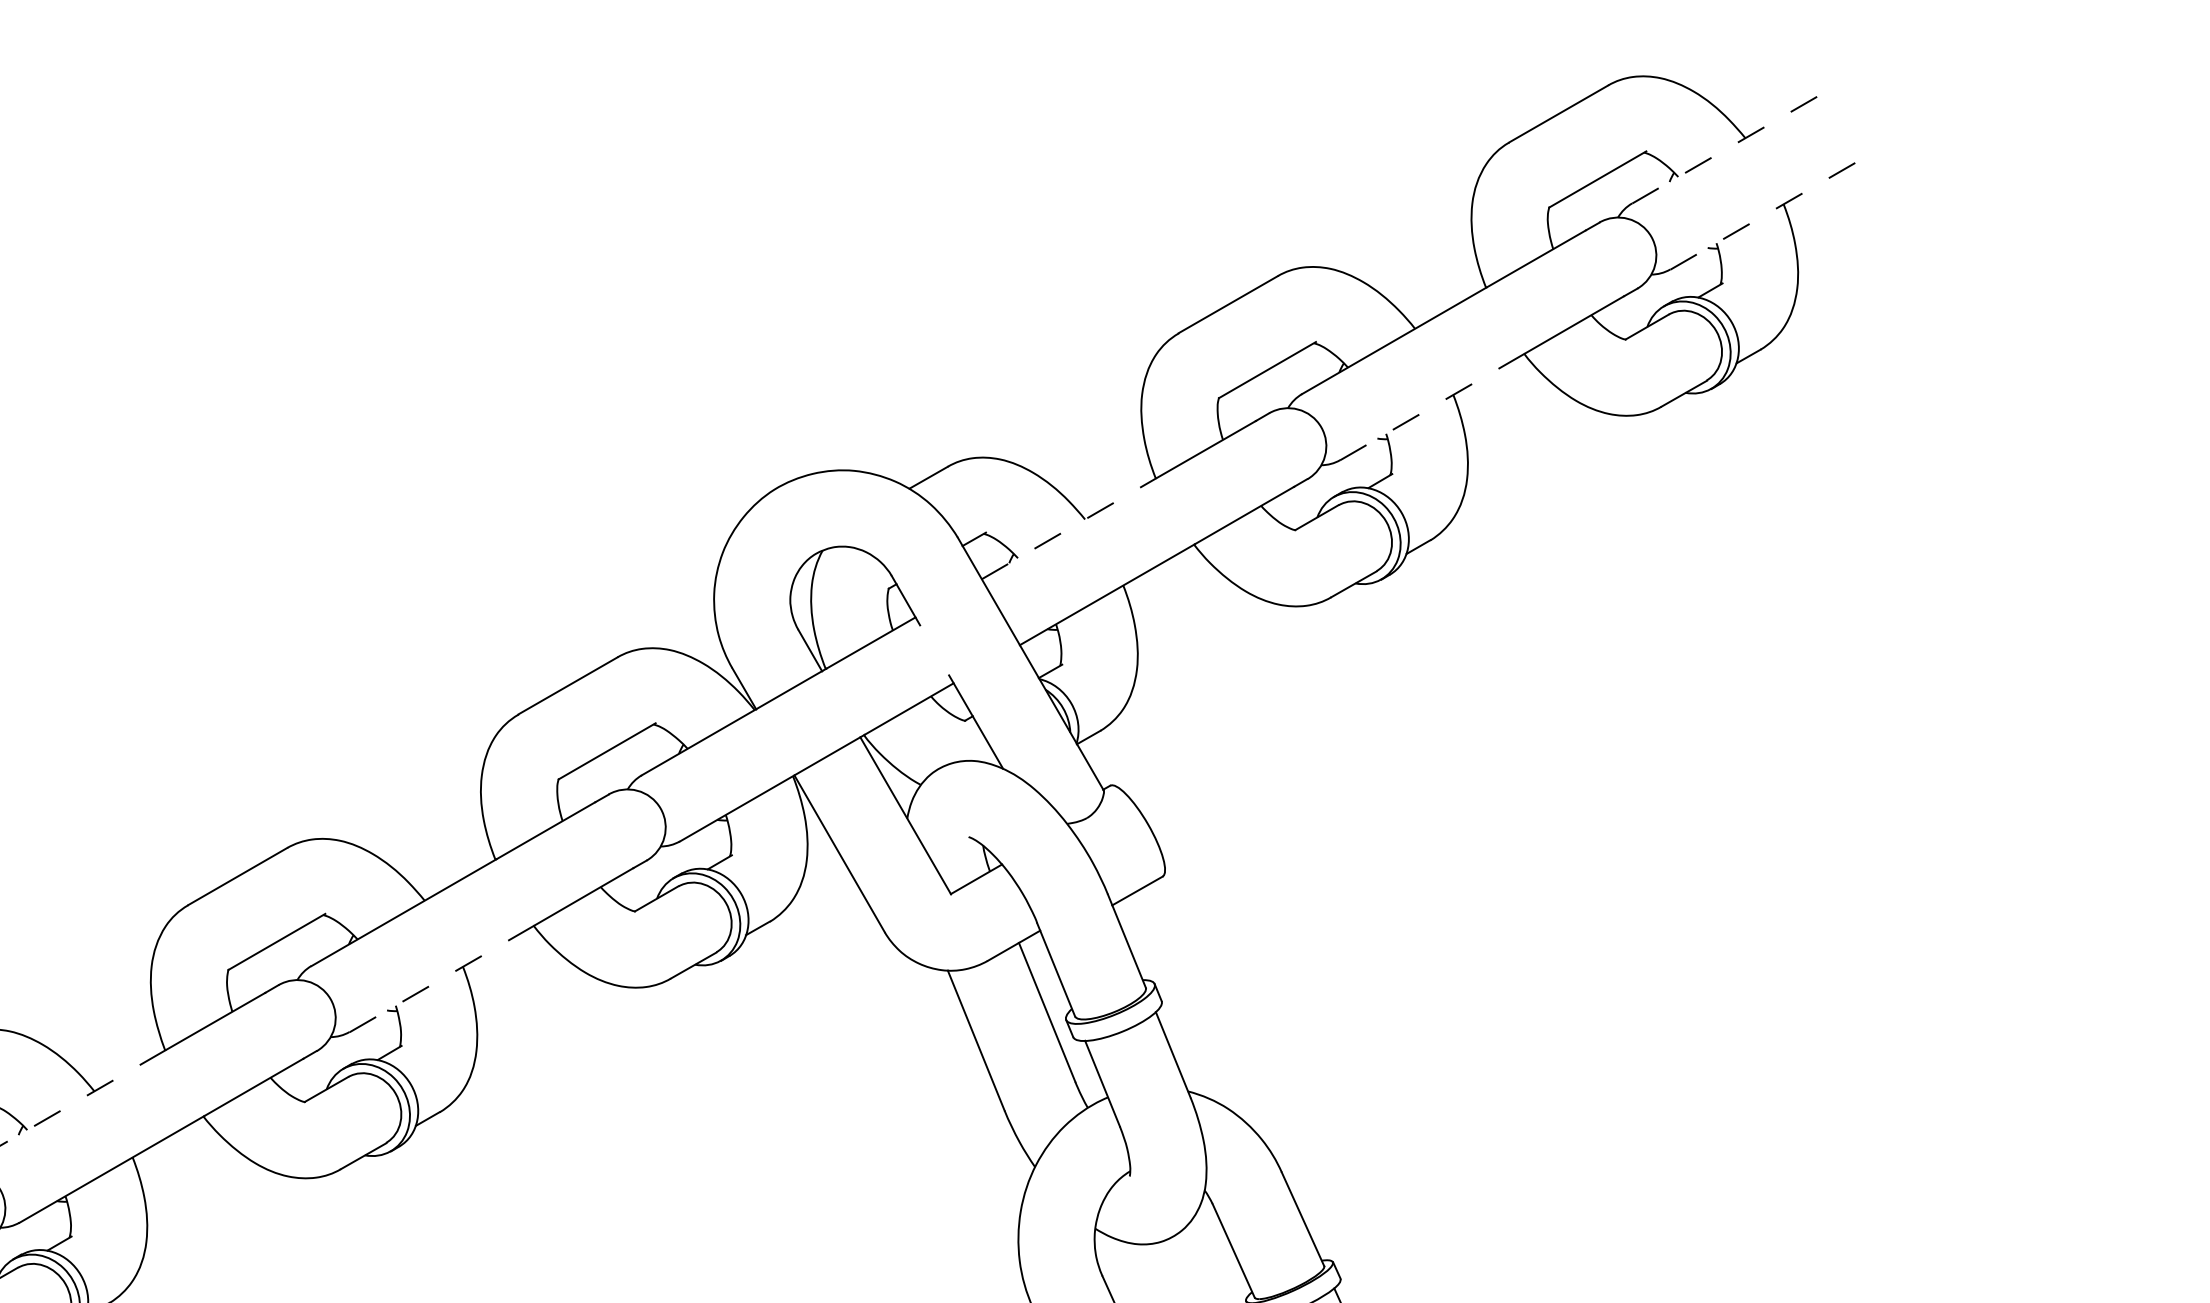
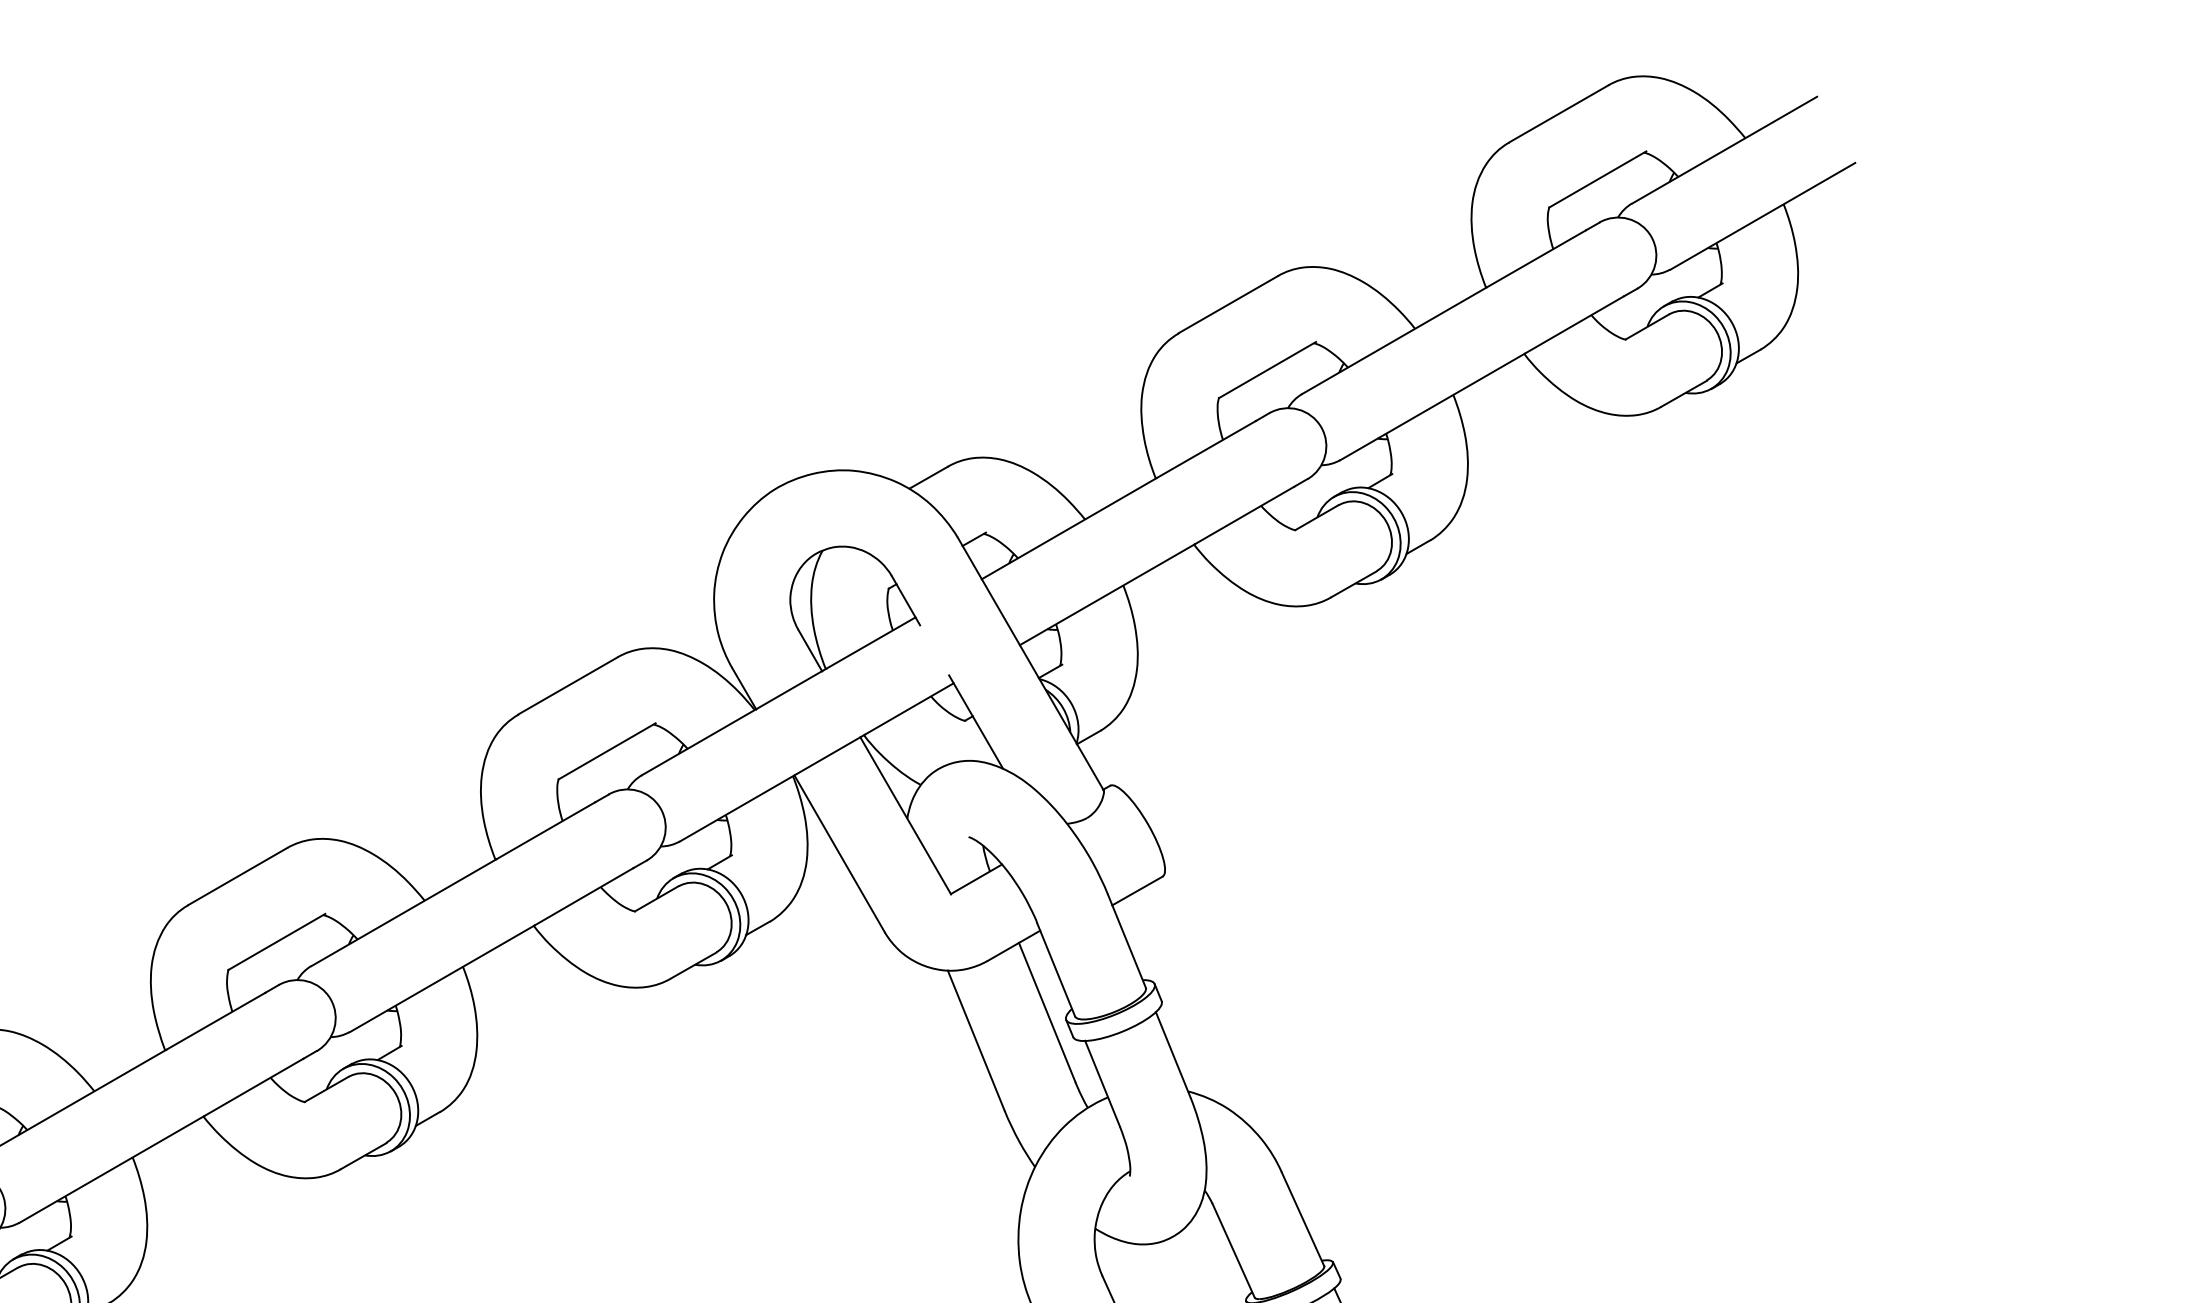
line at (1724, 150): dashed -> solid
line at (1762, 216): dashed -> solid
line at (1432, 406): dashed -> solid
line at (1069, 528): dashed -> solid
line at (442, 978): dashed -> solid
line at (83, 1097): dashed -> solid
